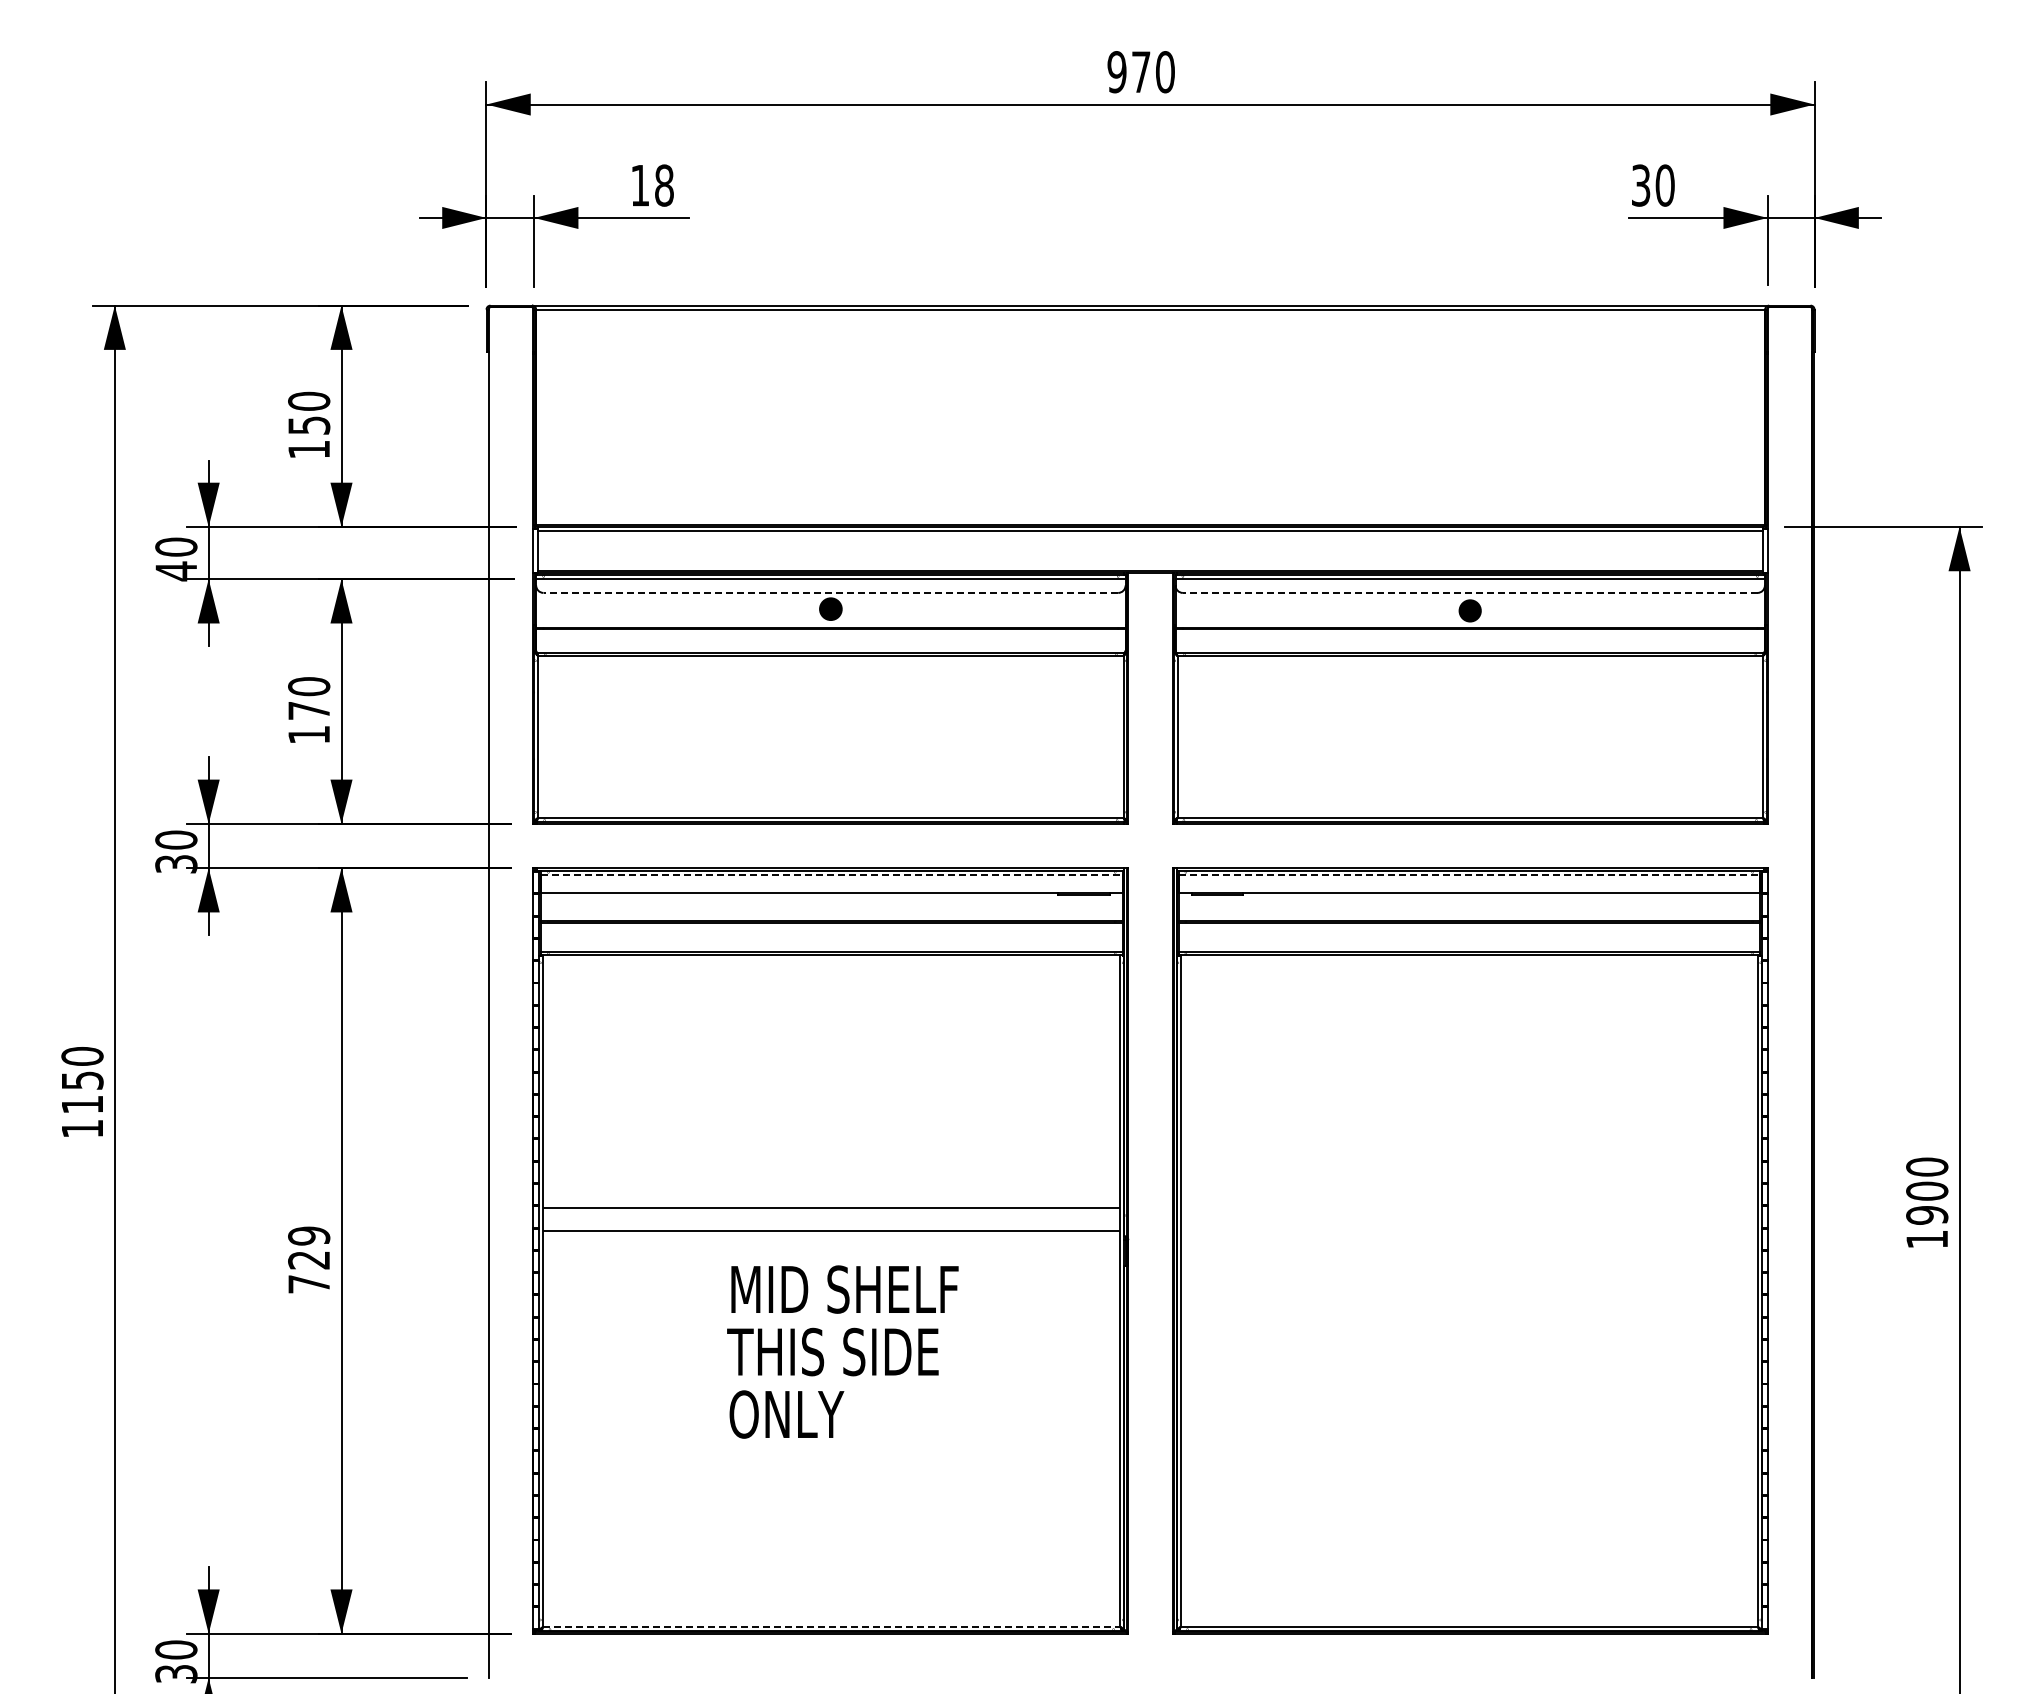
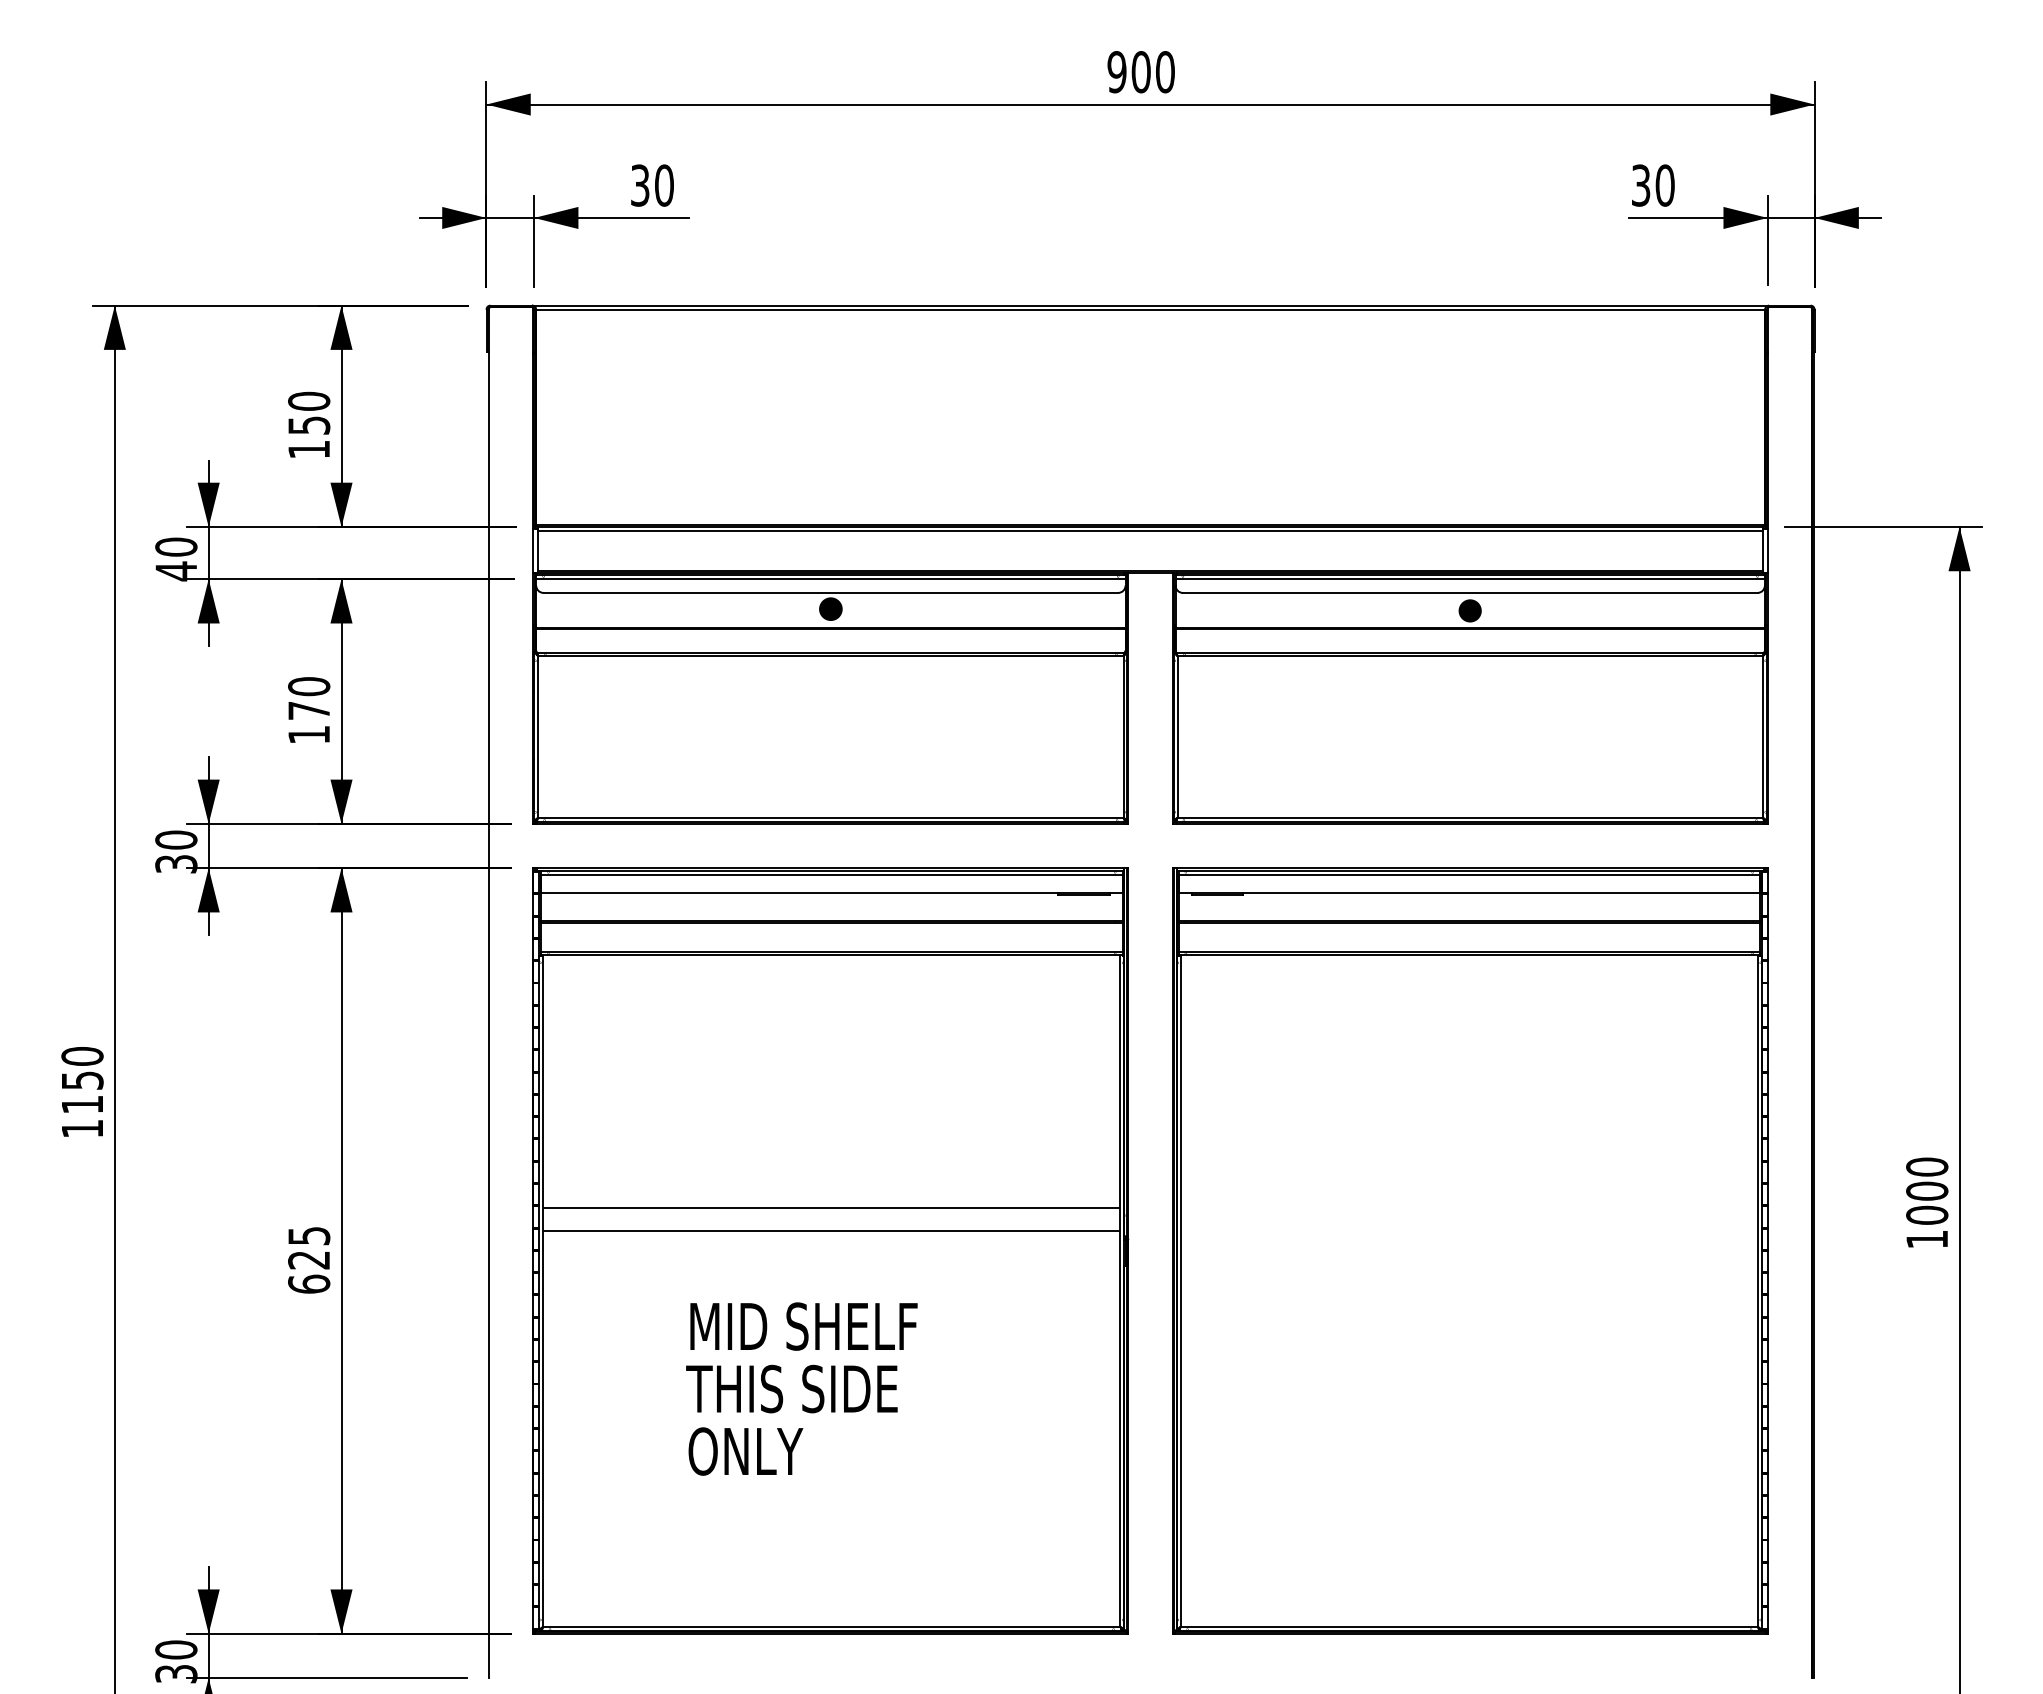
text at (1140, 72): 970 -> 900
text at (652, 185): 18 -> 30
line at (830, 592): dashed -> solid
line at (1469, 592): dashed -> solid
line at (831, 875): dashed -> solid
line at (1469, 875): dashed -> solid
text at (1927, 1214): 1900 -> 1000
text at (309, 1259): 729 -> 625
text at (842, 1351) position: (842, 1351) -> (801, 1388)
line at (831, 1626): dashed -> solid
